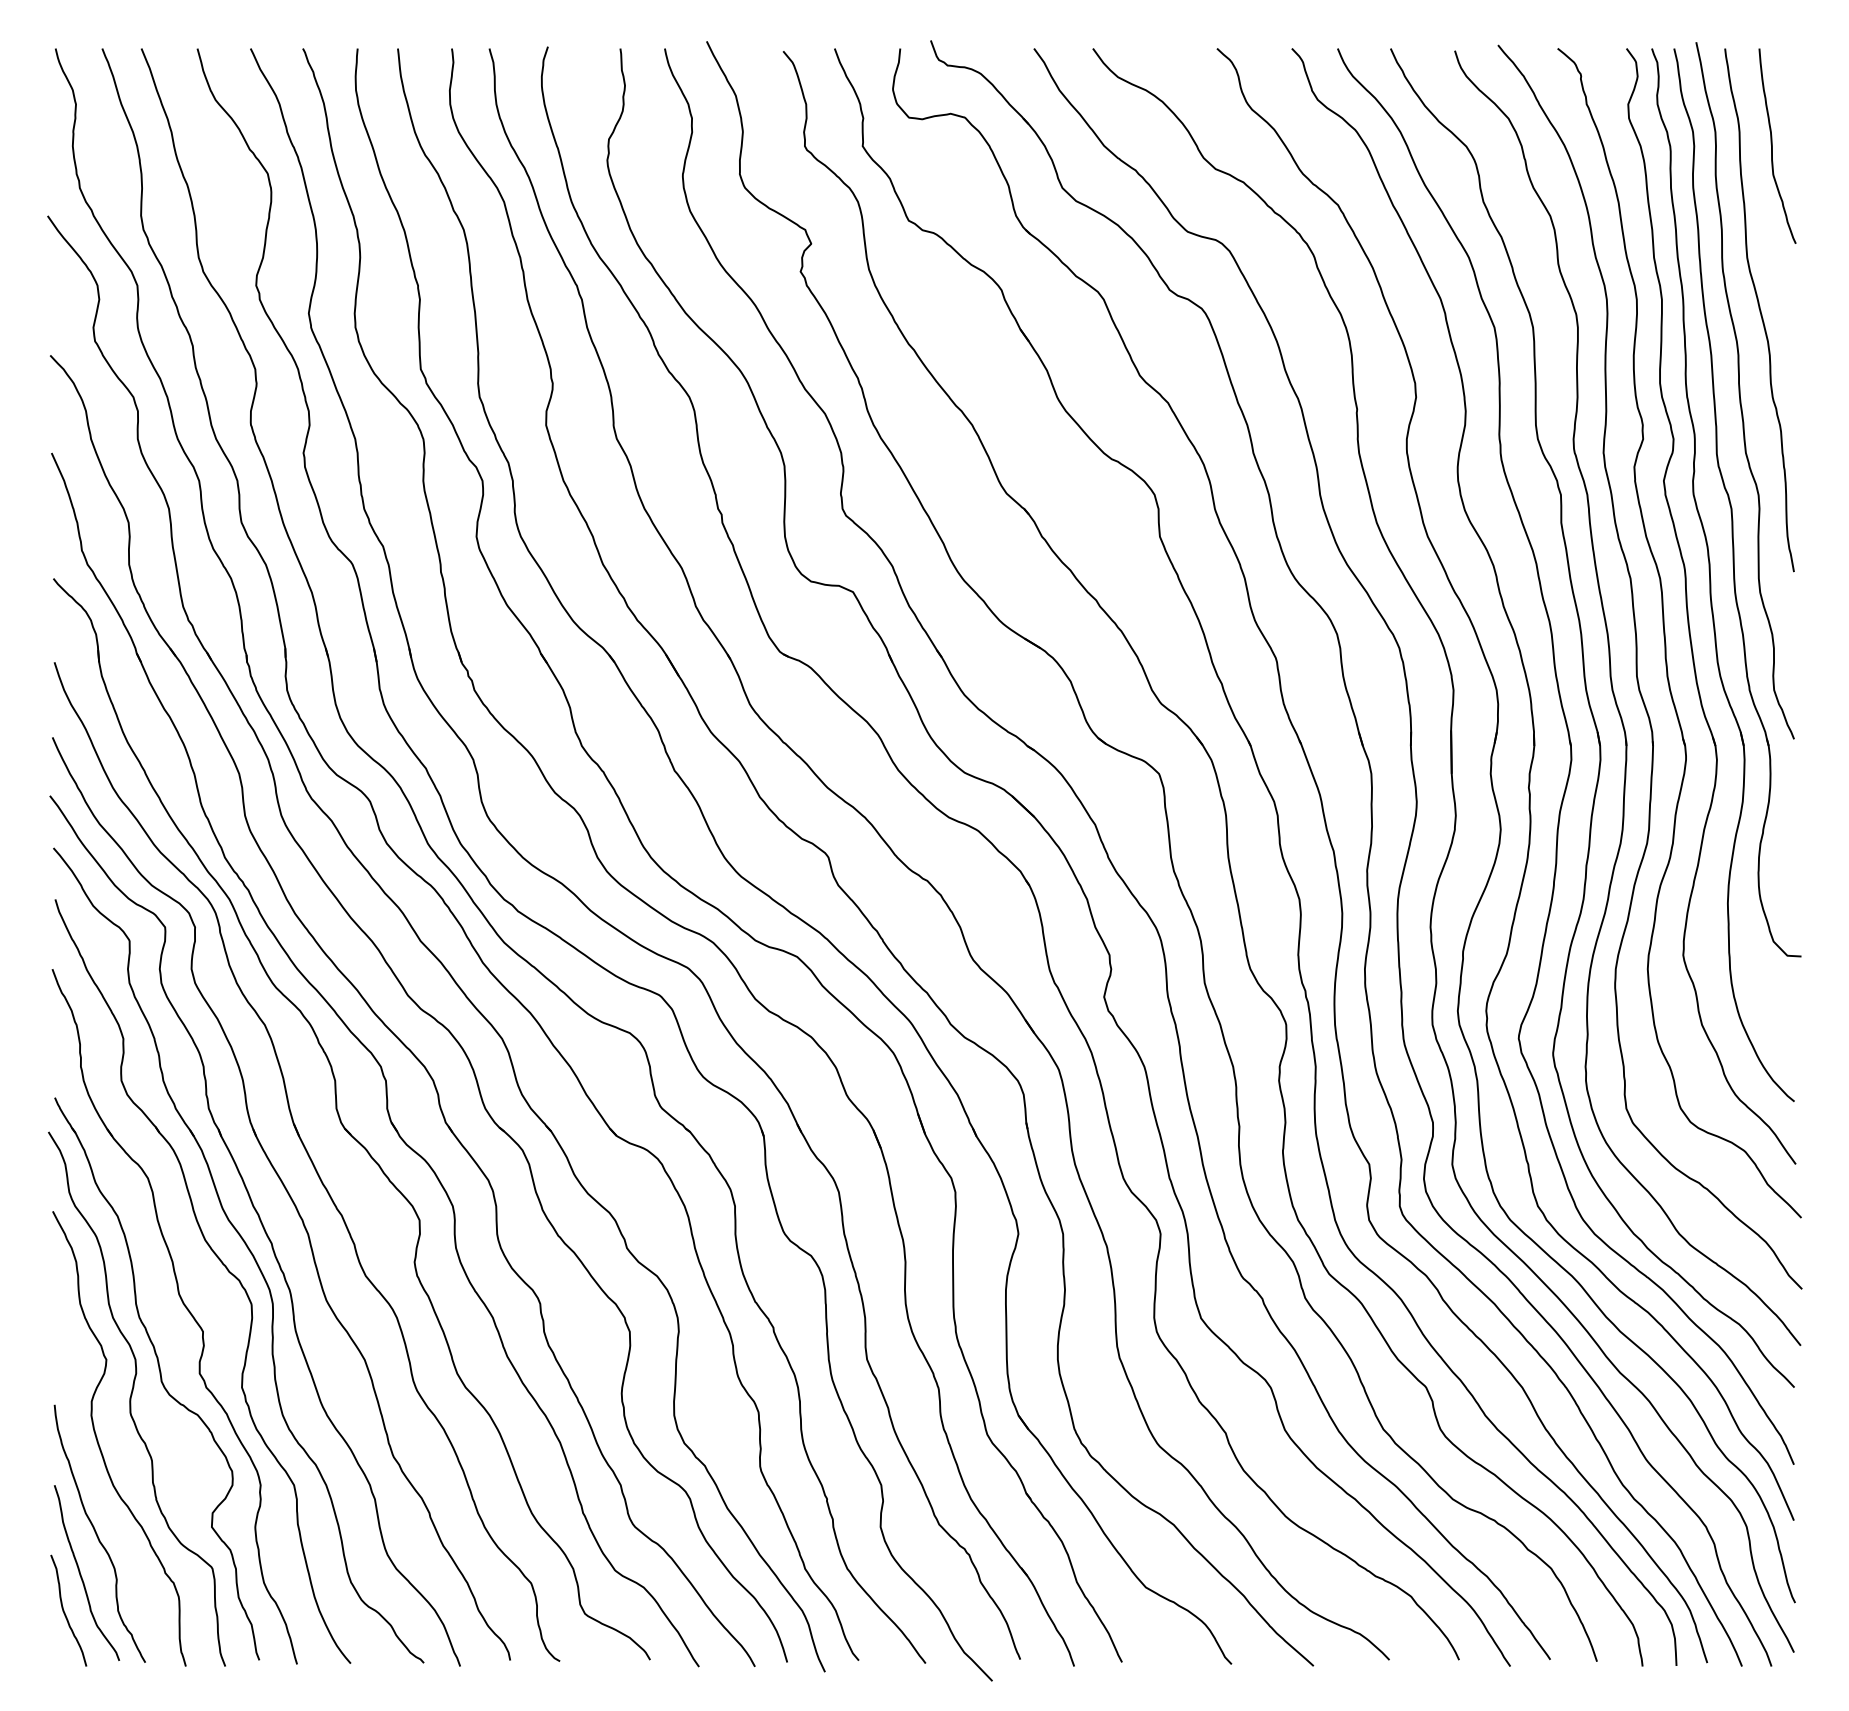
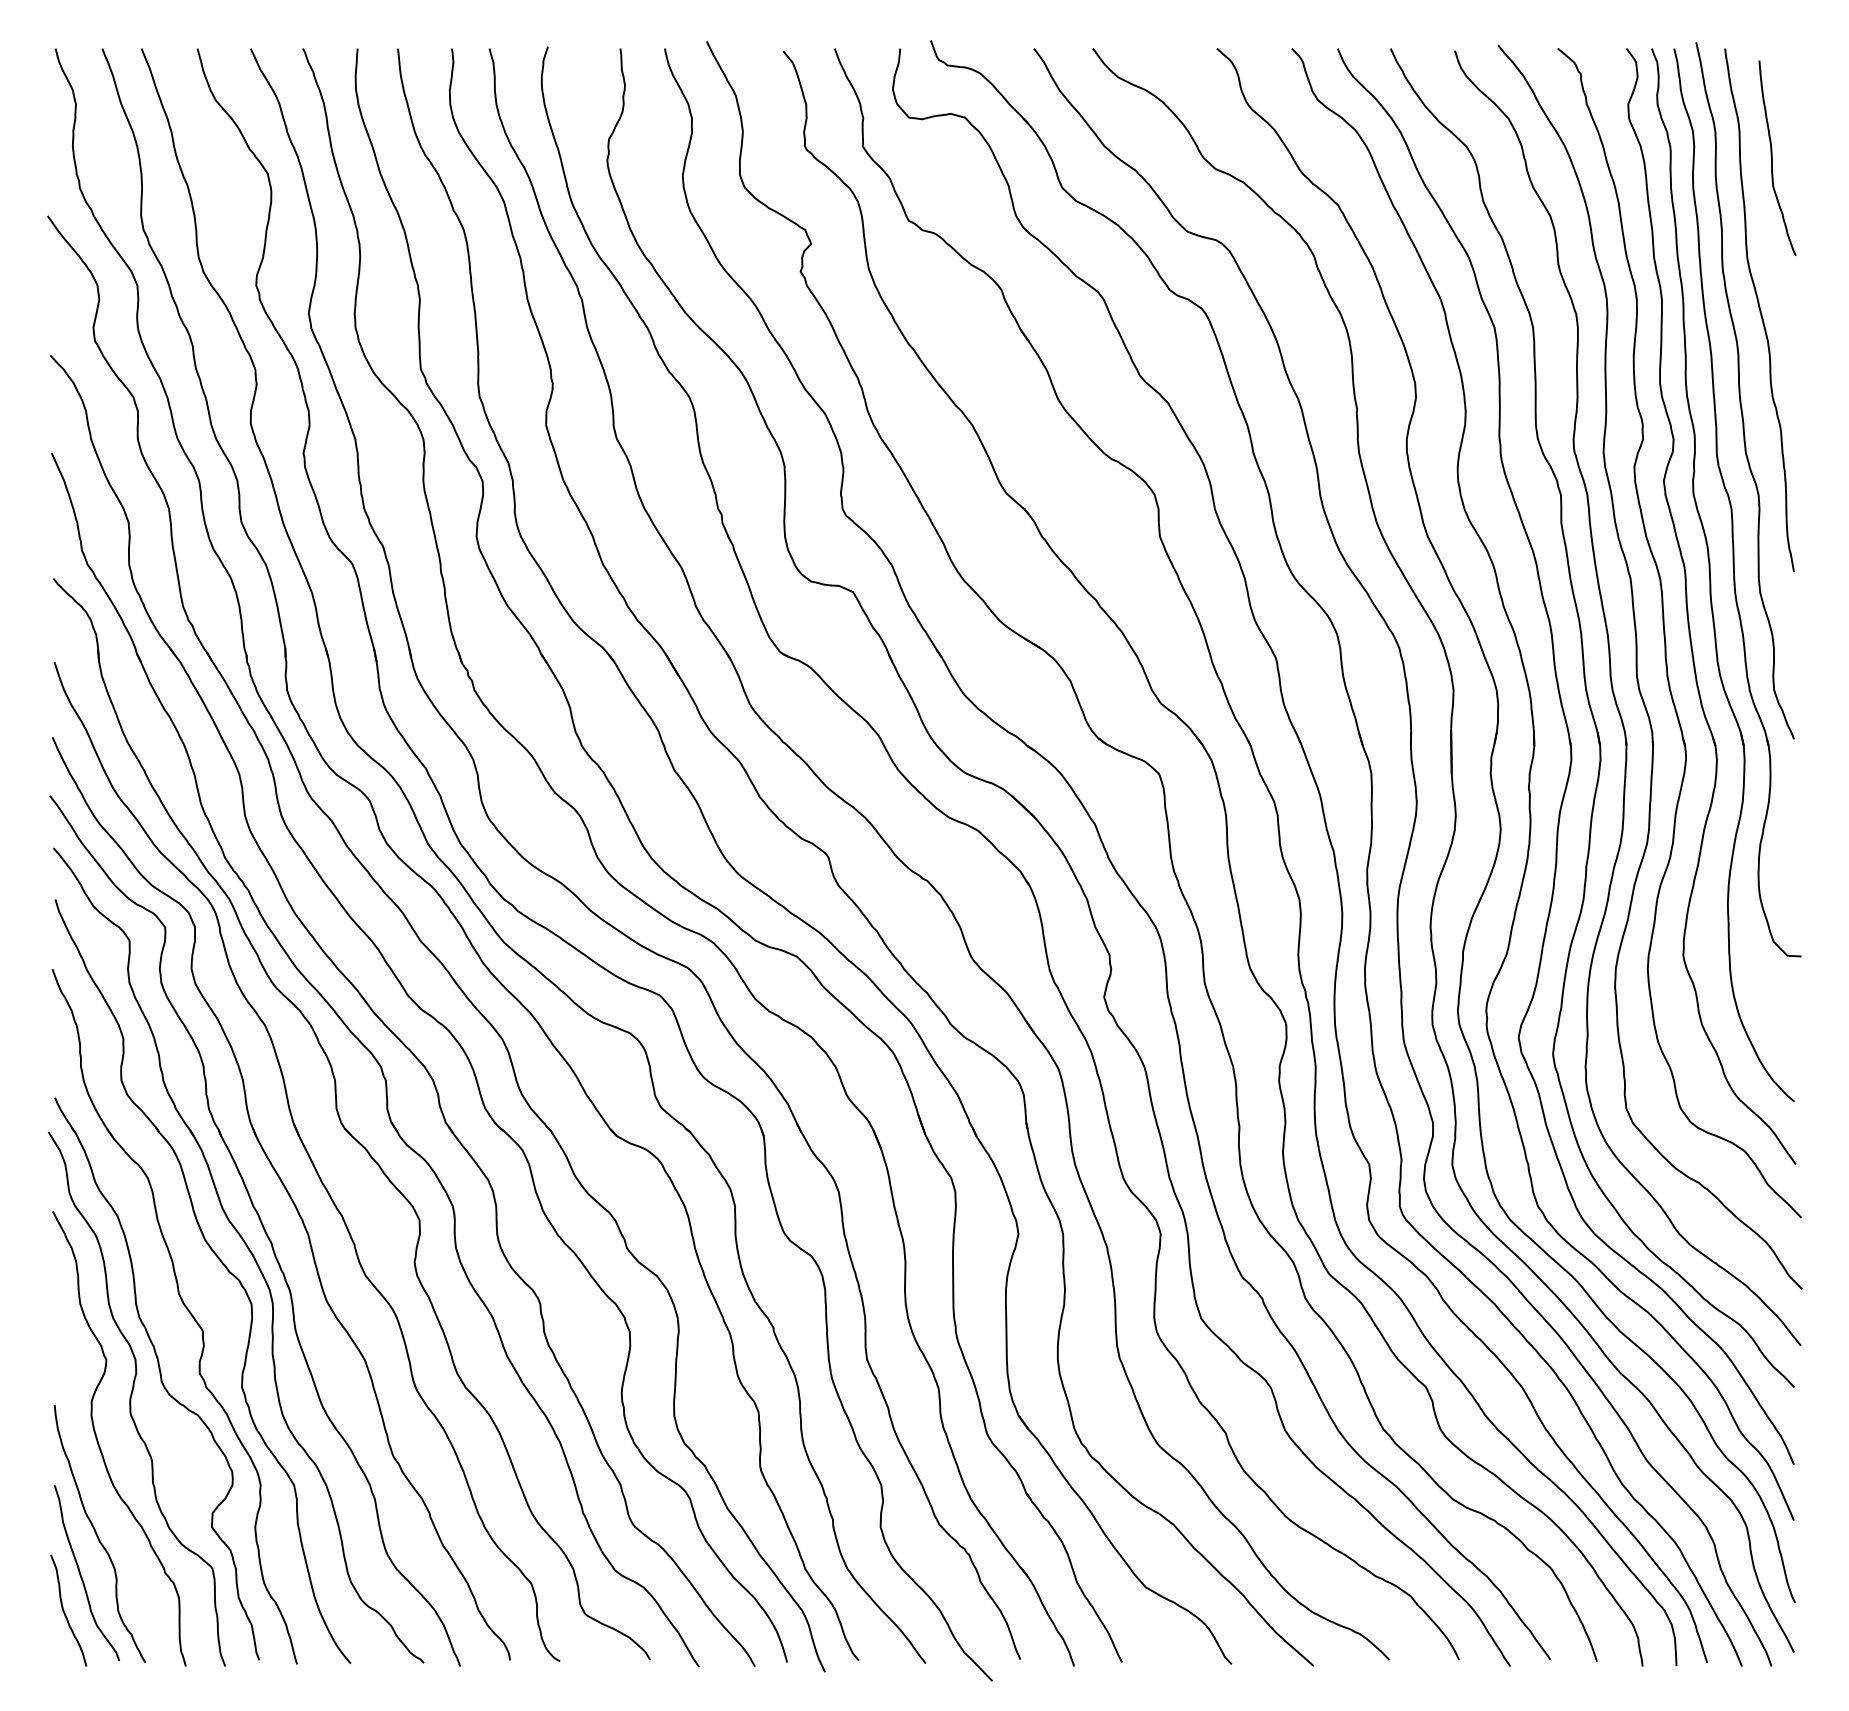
curve at (1772, 145) position: (1772, 145) -> (1772, 157)
